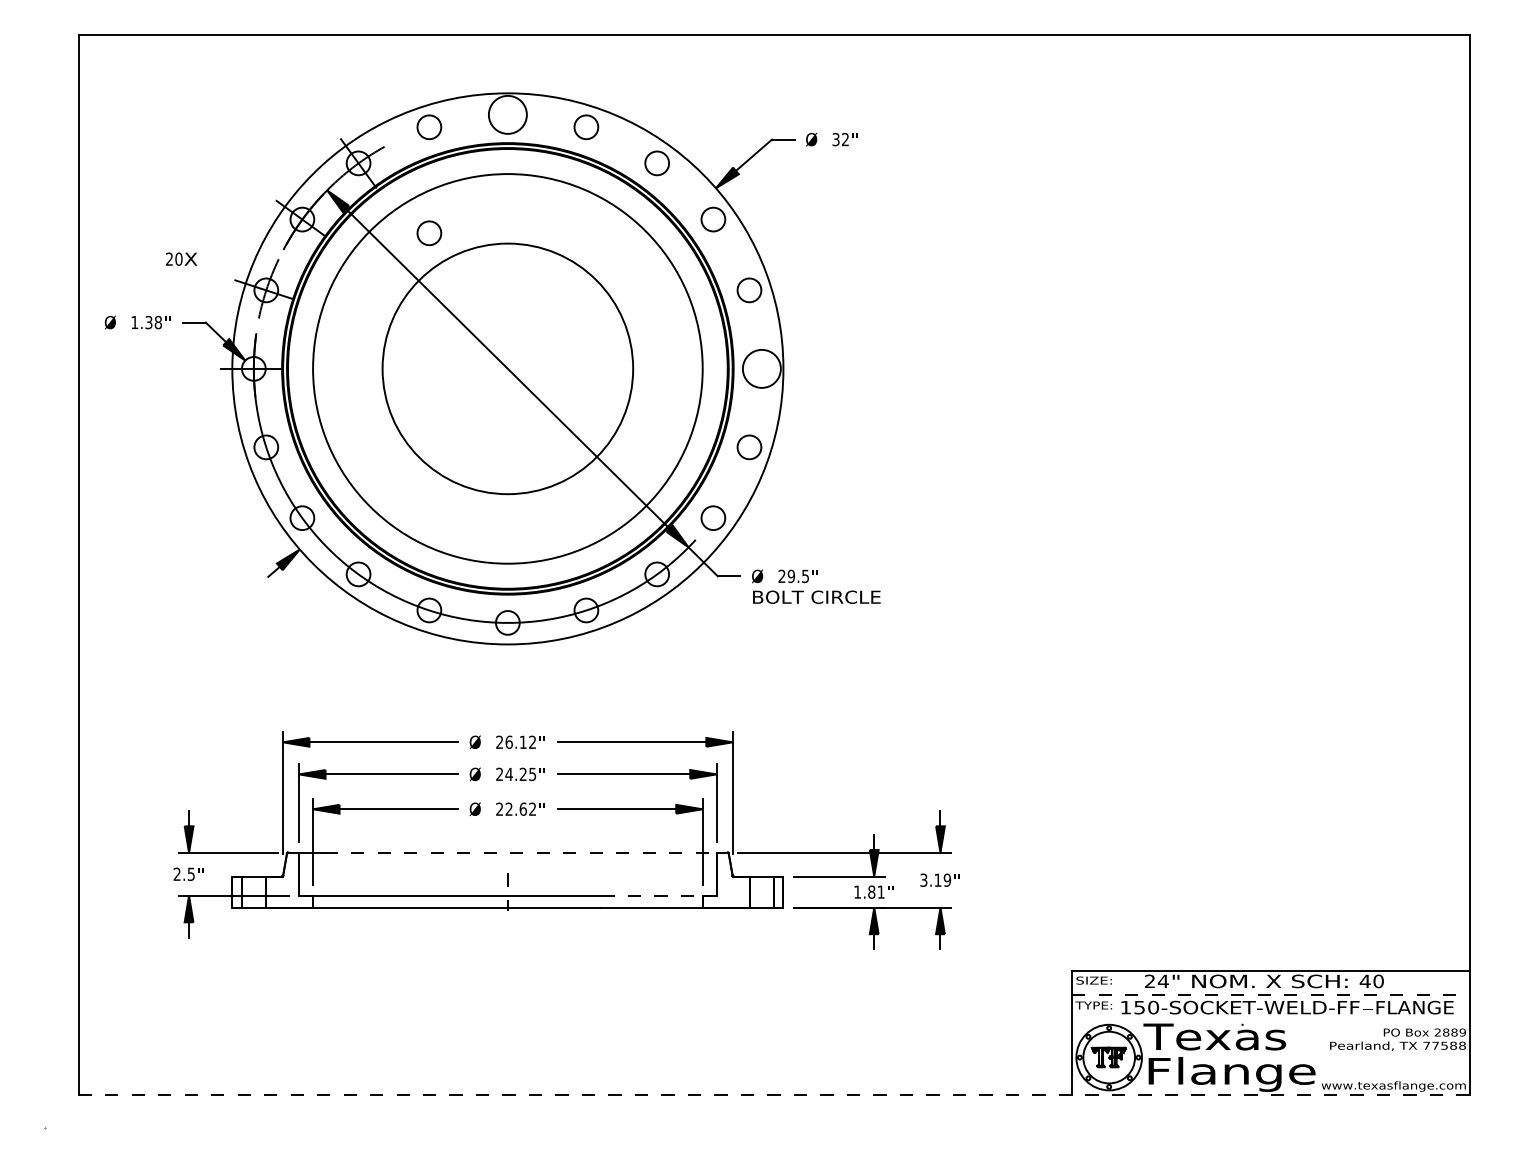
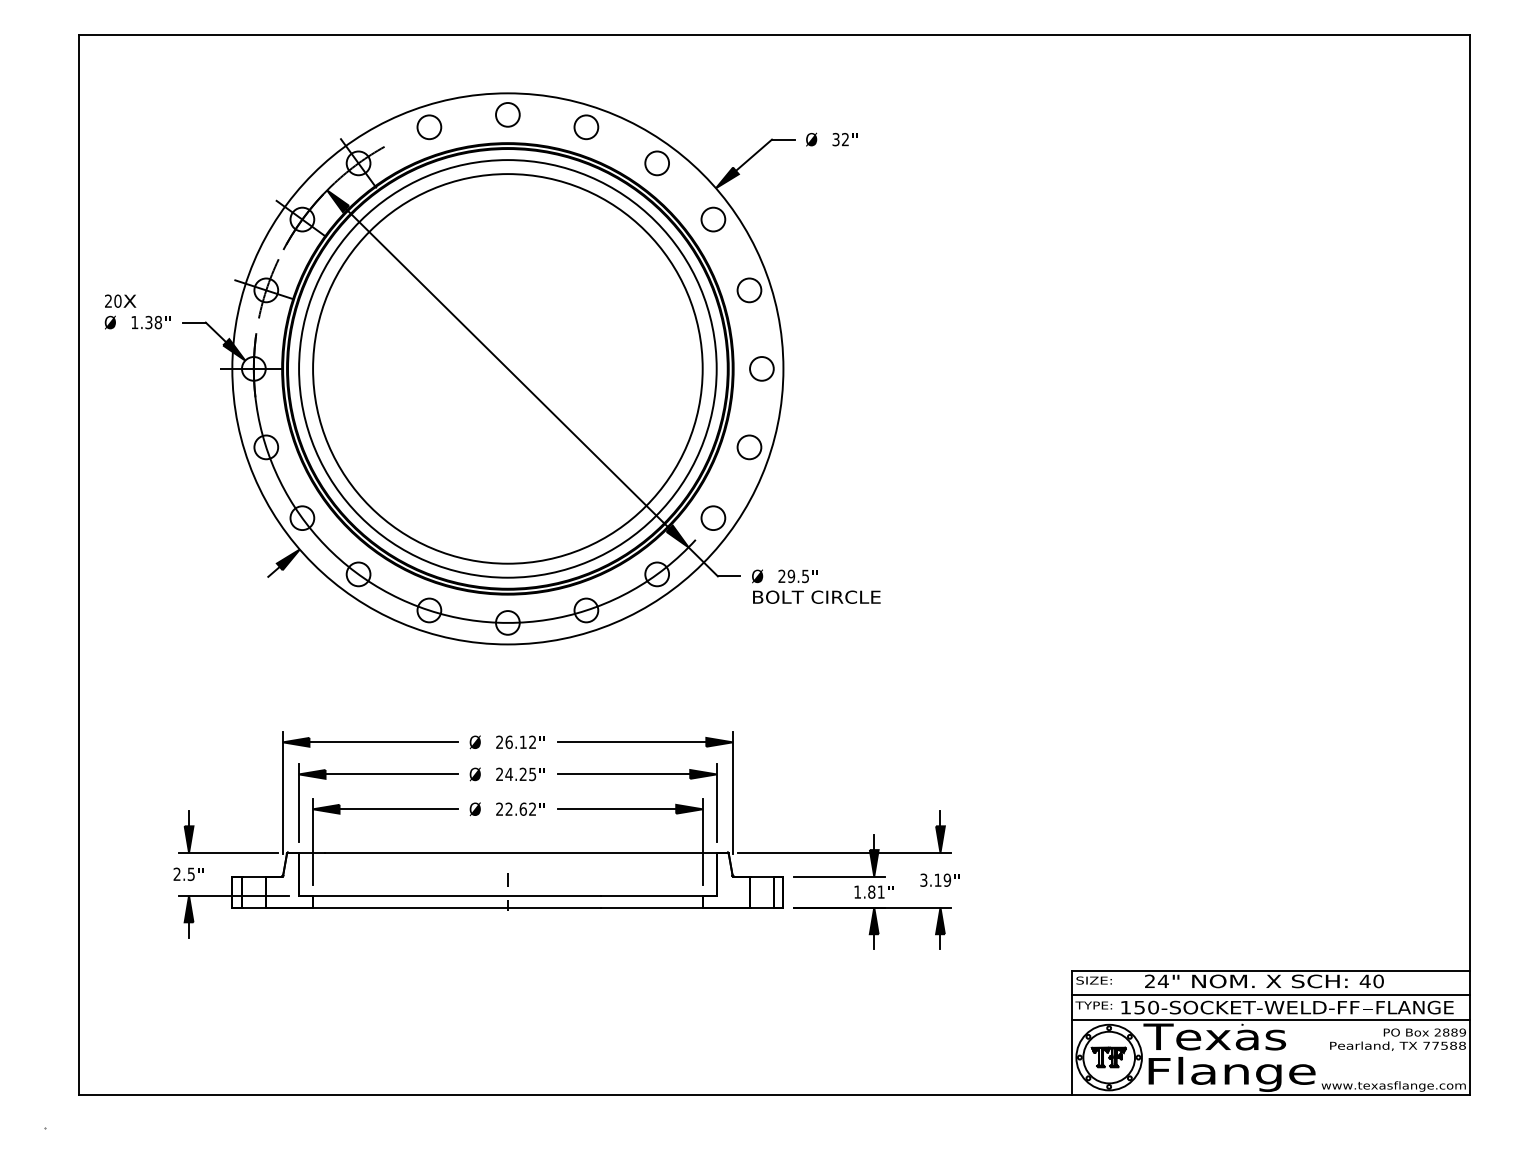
circle at (507, 114) diameter: 38 px -> 24 px
circle at (429, 233): present -> none
text at (181, 258) position: (181, 258) -> (120, 300)
circle at (507, 368) diameter: 251 px -> 418 px
circle at (761, 368) diameter: 38 px -> 24 px
line at (521, 852): dashed -> solid
line at (652, 895): dashed -> solid
line at (1270, 995): dashed -> solid
line at (1270, 1020): none -> present
line at (774, 1094): dashed -> solid
